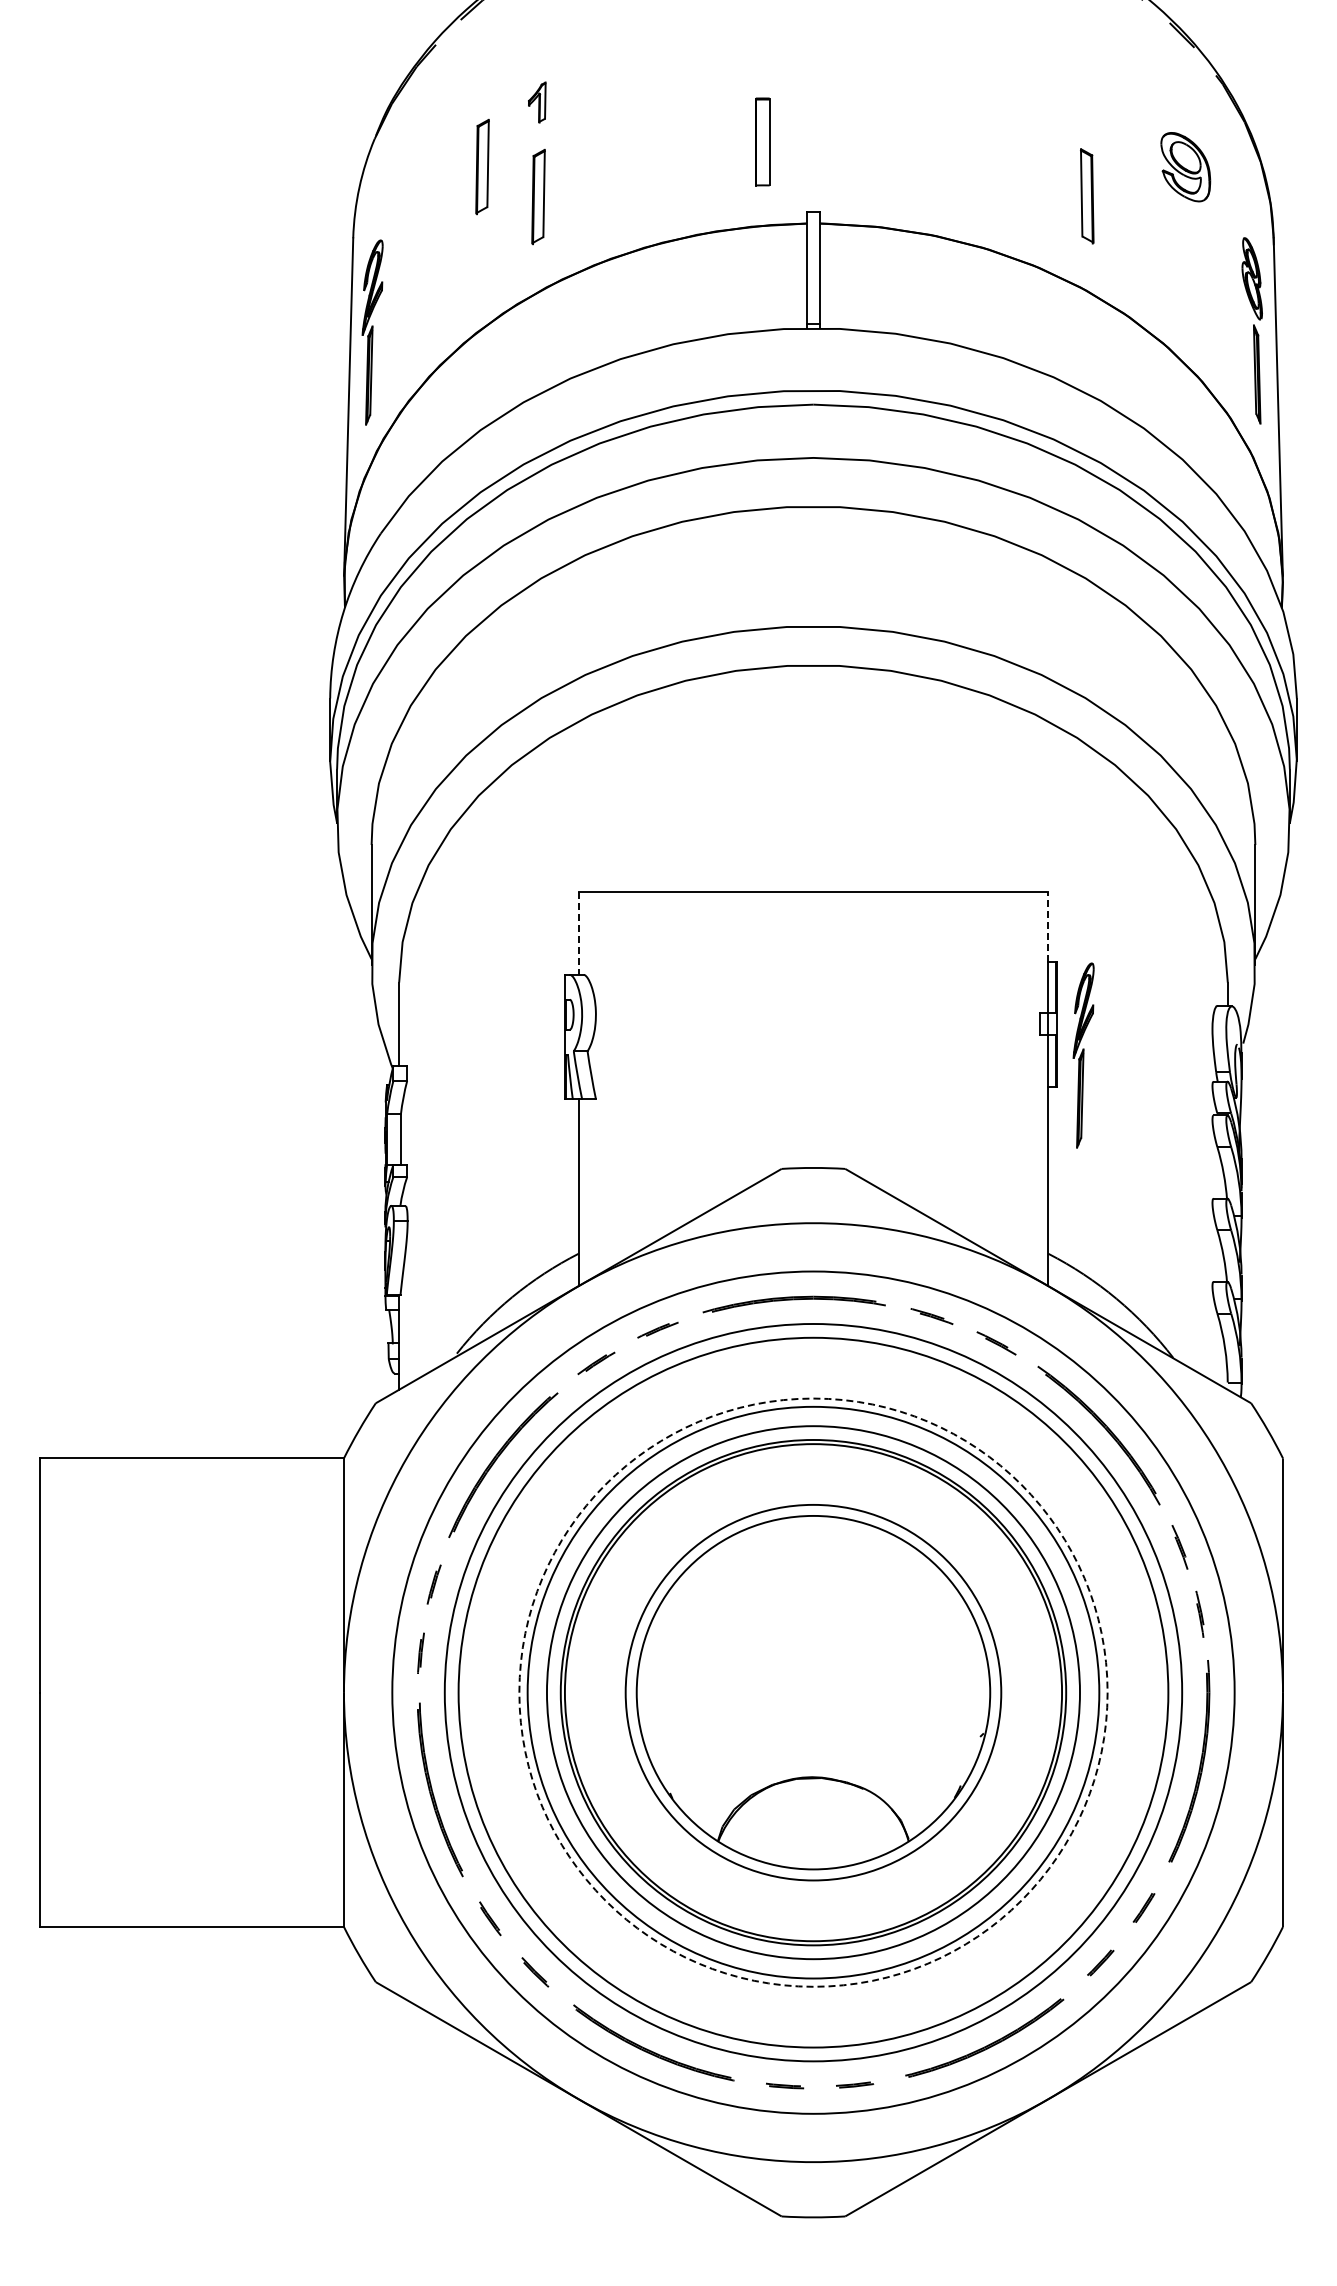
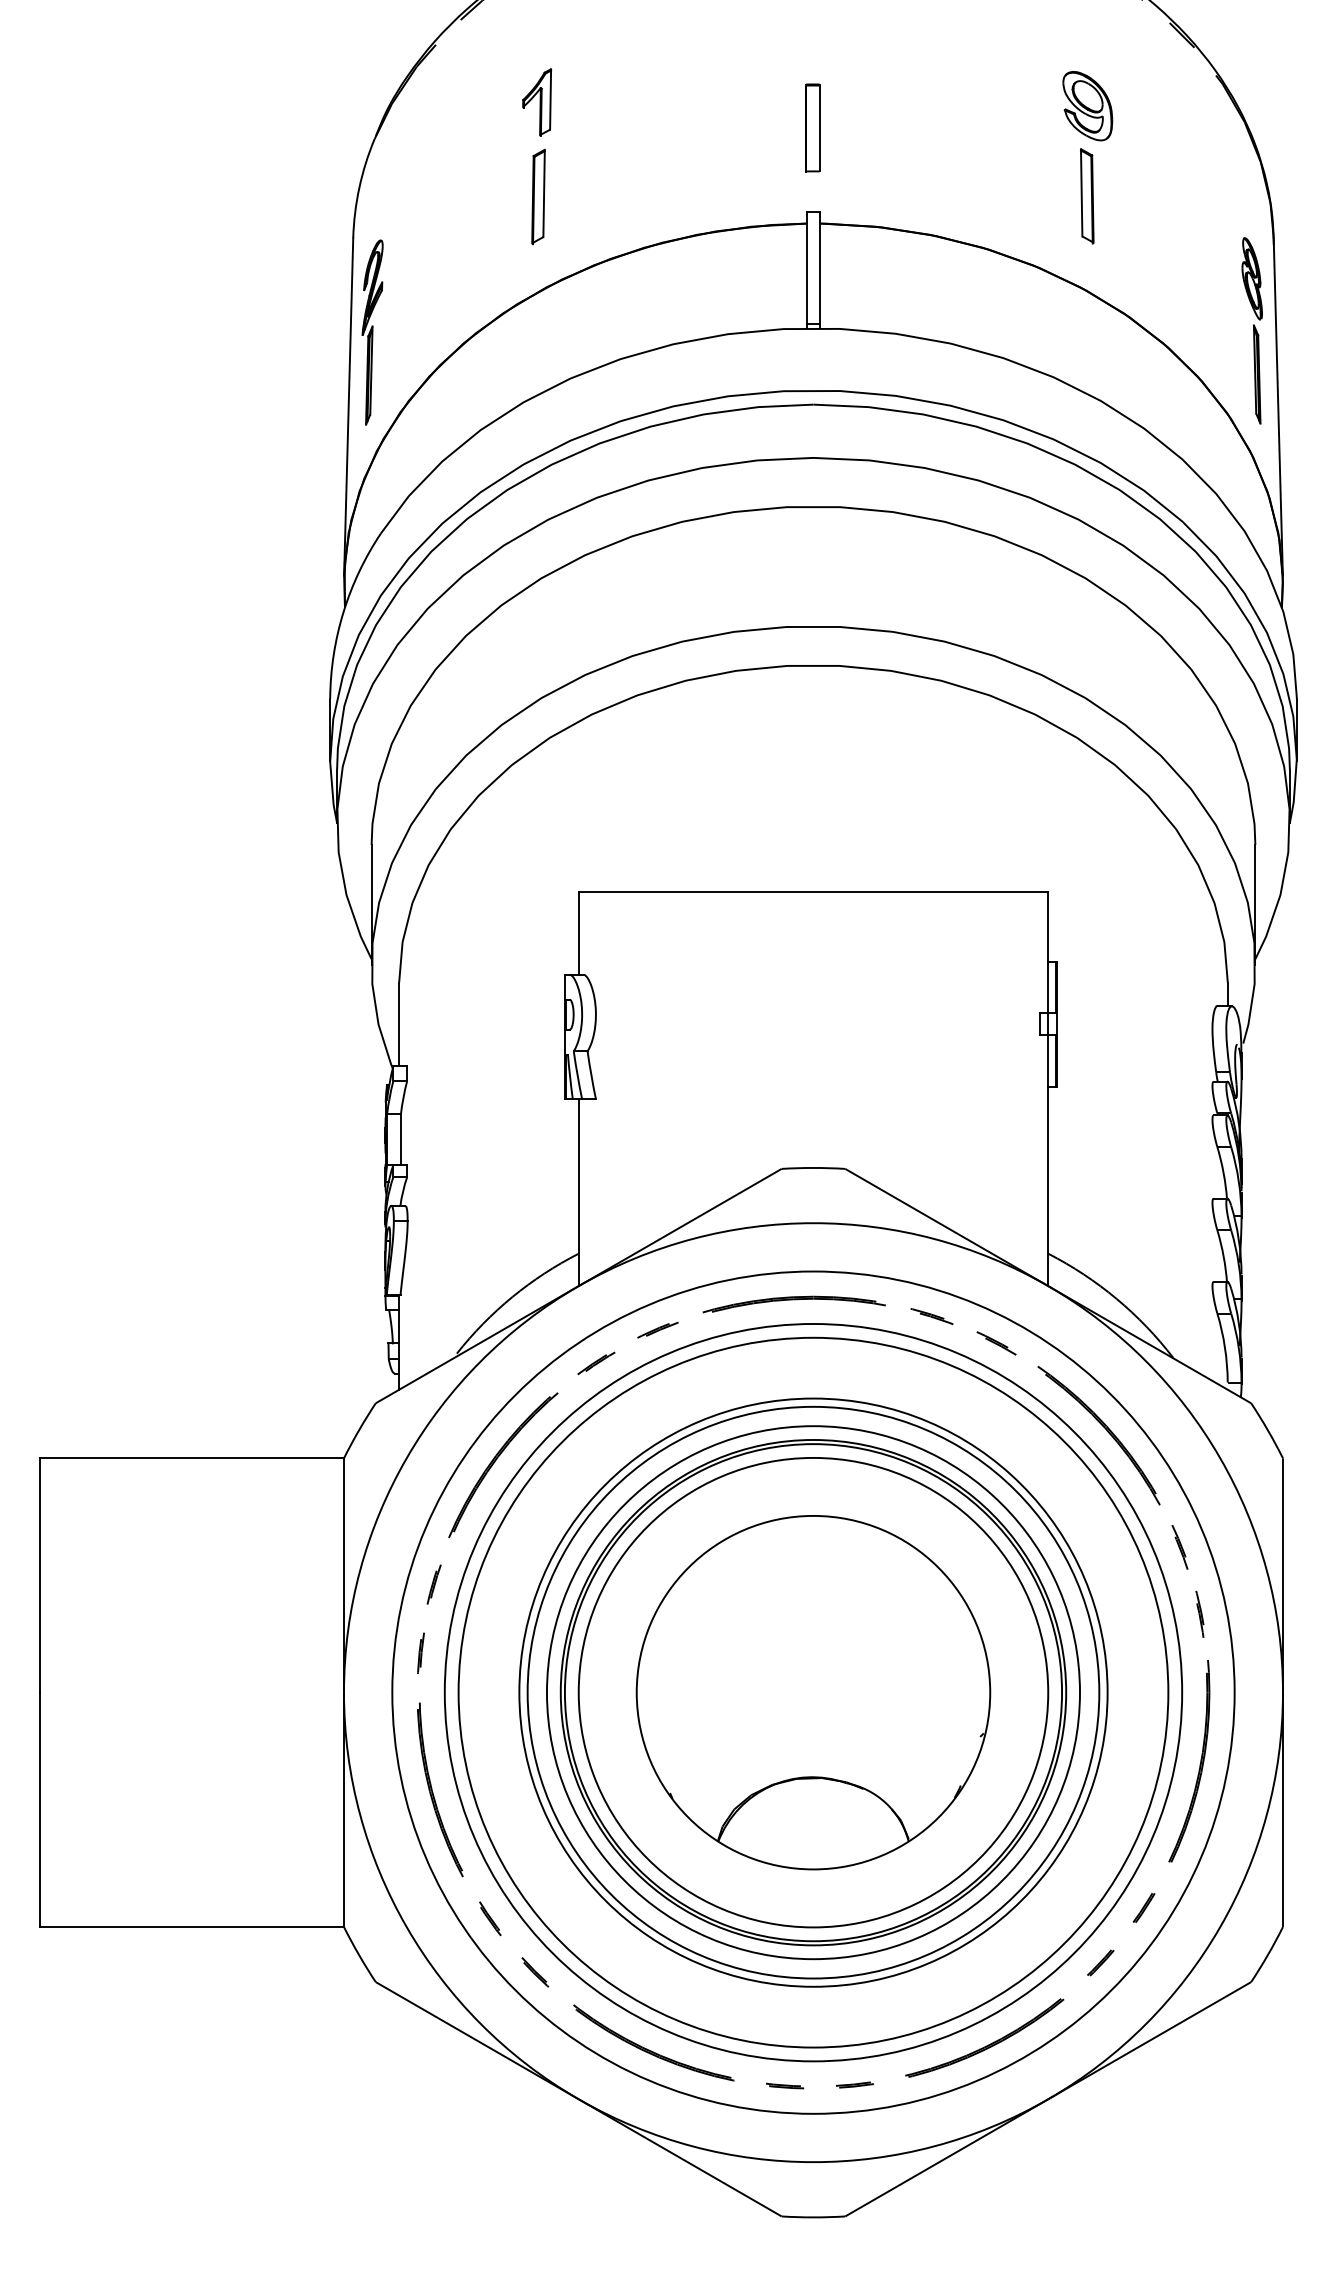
part at (537, 102) size: 19x43 px -> 31x69 px
part at (762, 141) position: (762, 141) -> (812, 127)
part at (482, 167): present -> none
part at (1185, 167) position: (1185, 167) -> (1087, 106)
line at (1048, 926): dashed -> solid
line at (578, 933): dashed -> solid
part at (1083, 1055): present -> none
circle at (813, 1692) diameter: 376 px -> 469 px
circle at (813, 1692): dashed -> solid
